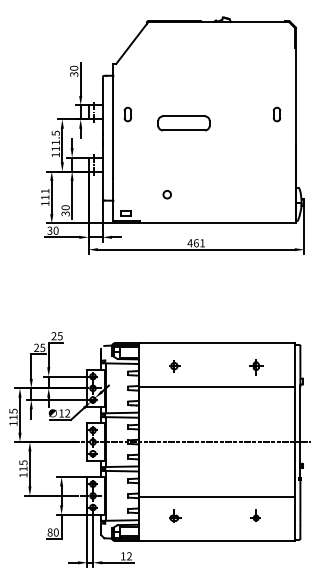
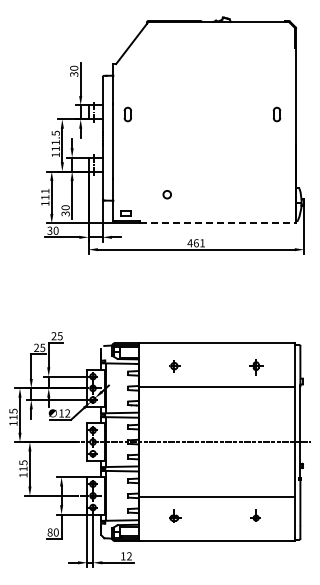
part at (183, 123): present -> none
line at (218, 223): solid -> dashed
